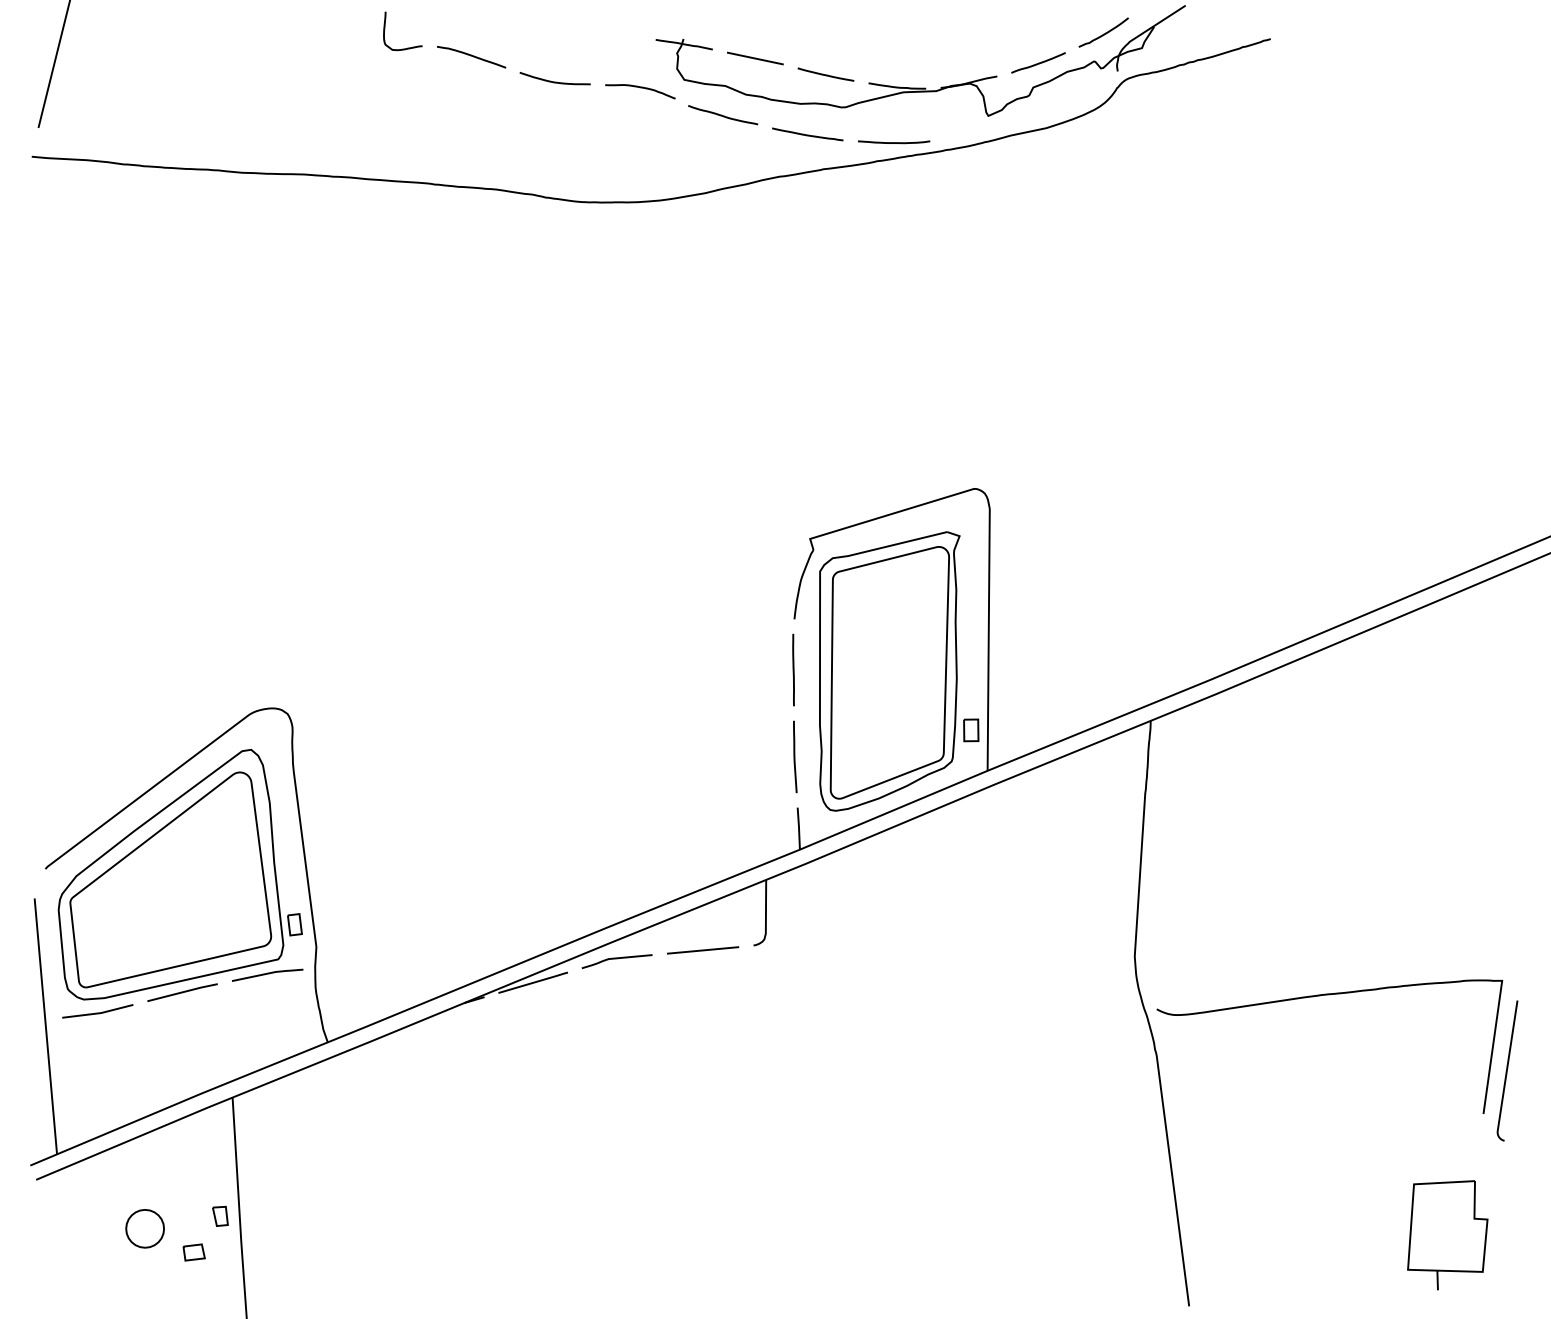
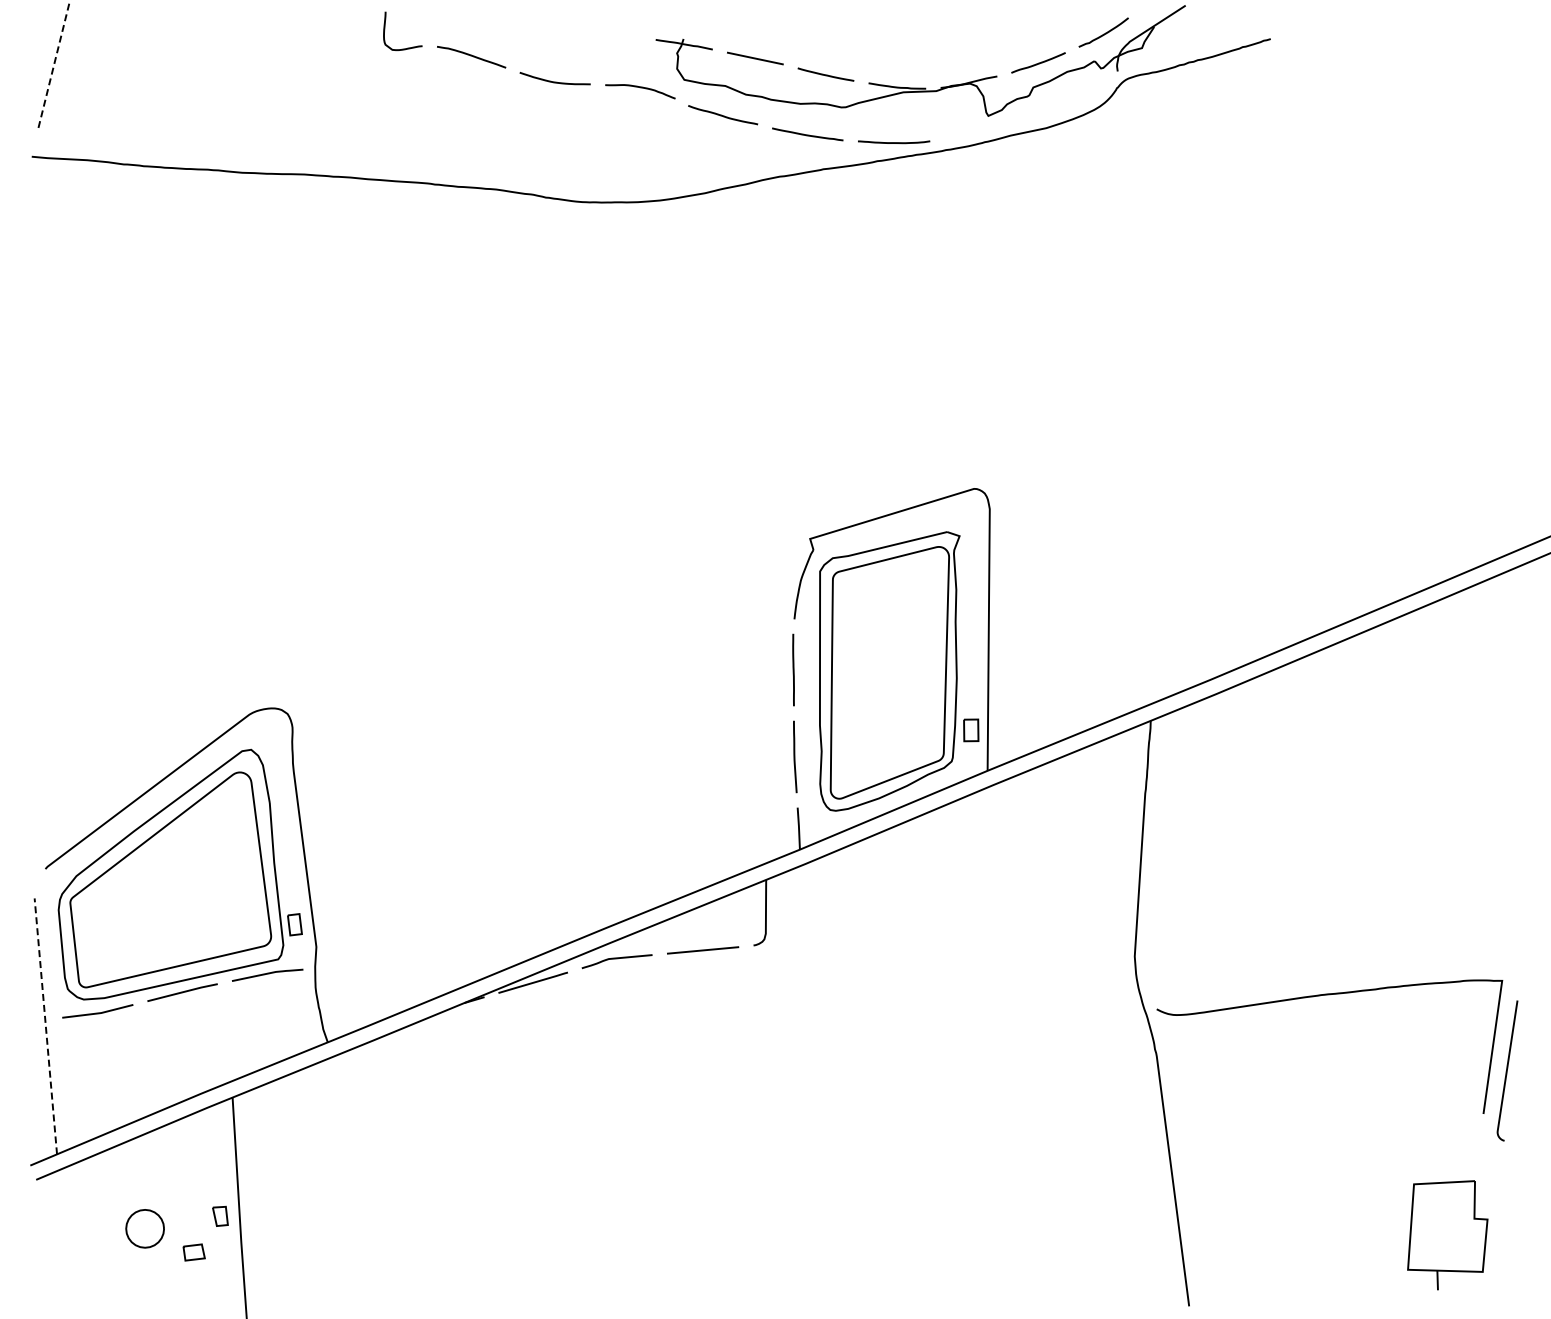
line at (54, 64): solid -> dashed
line at (45, 1025): solid -> dashed
